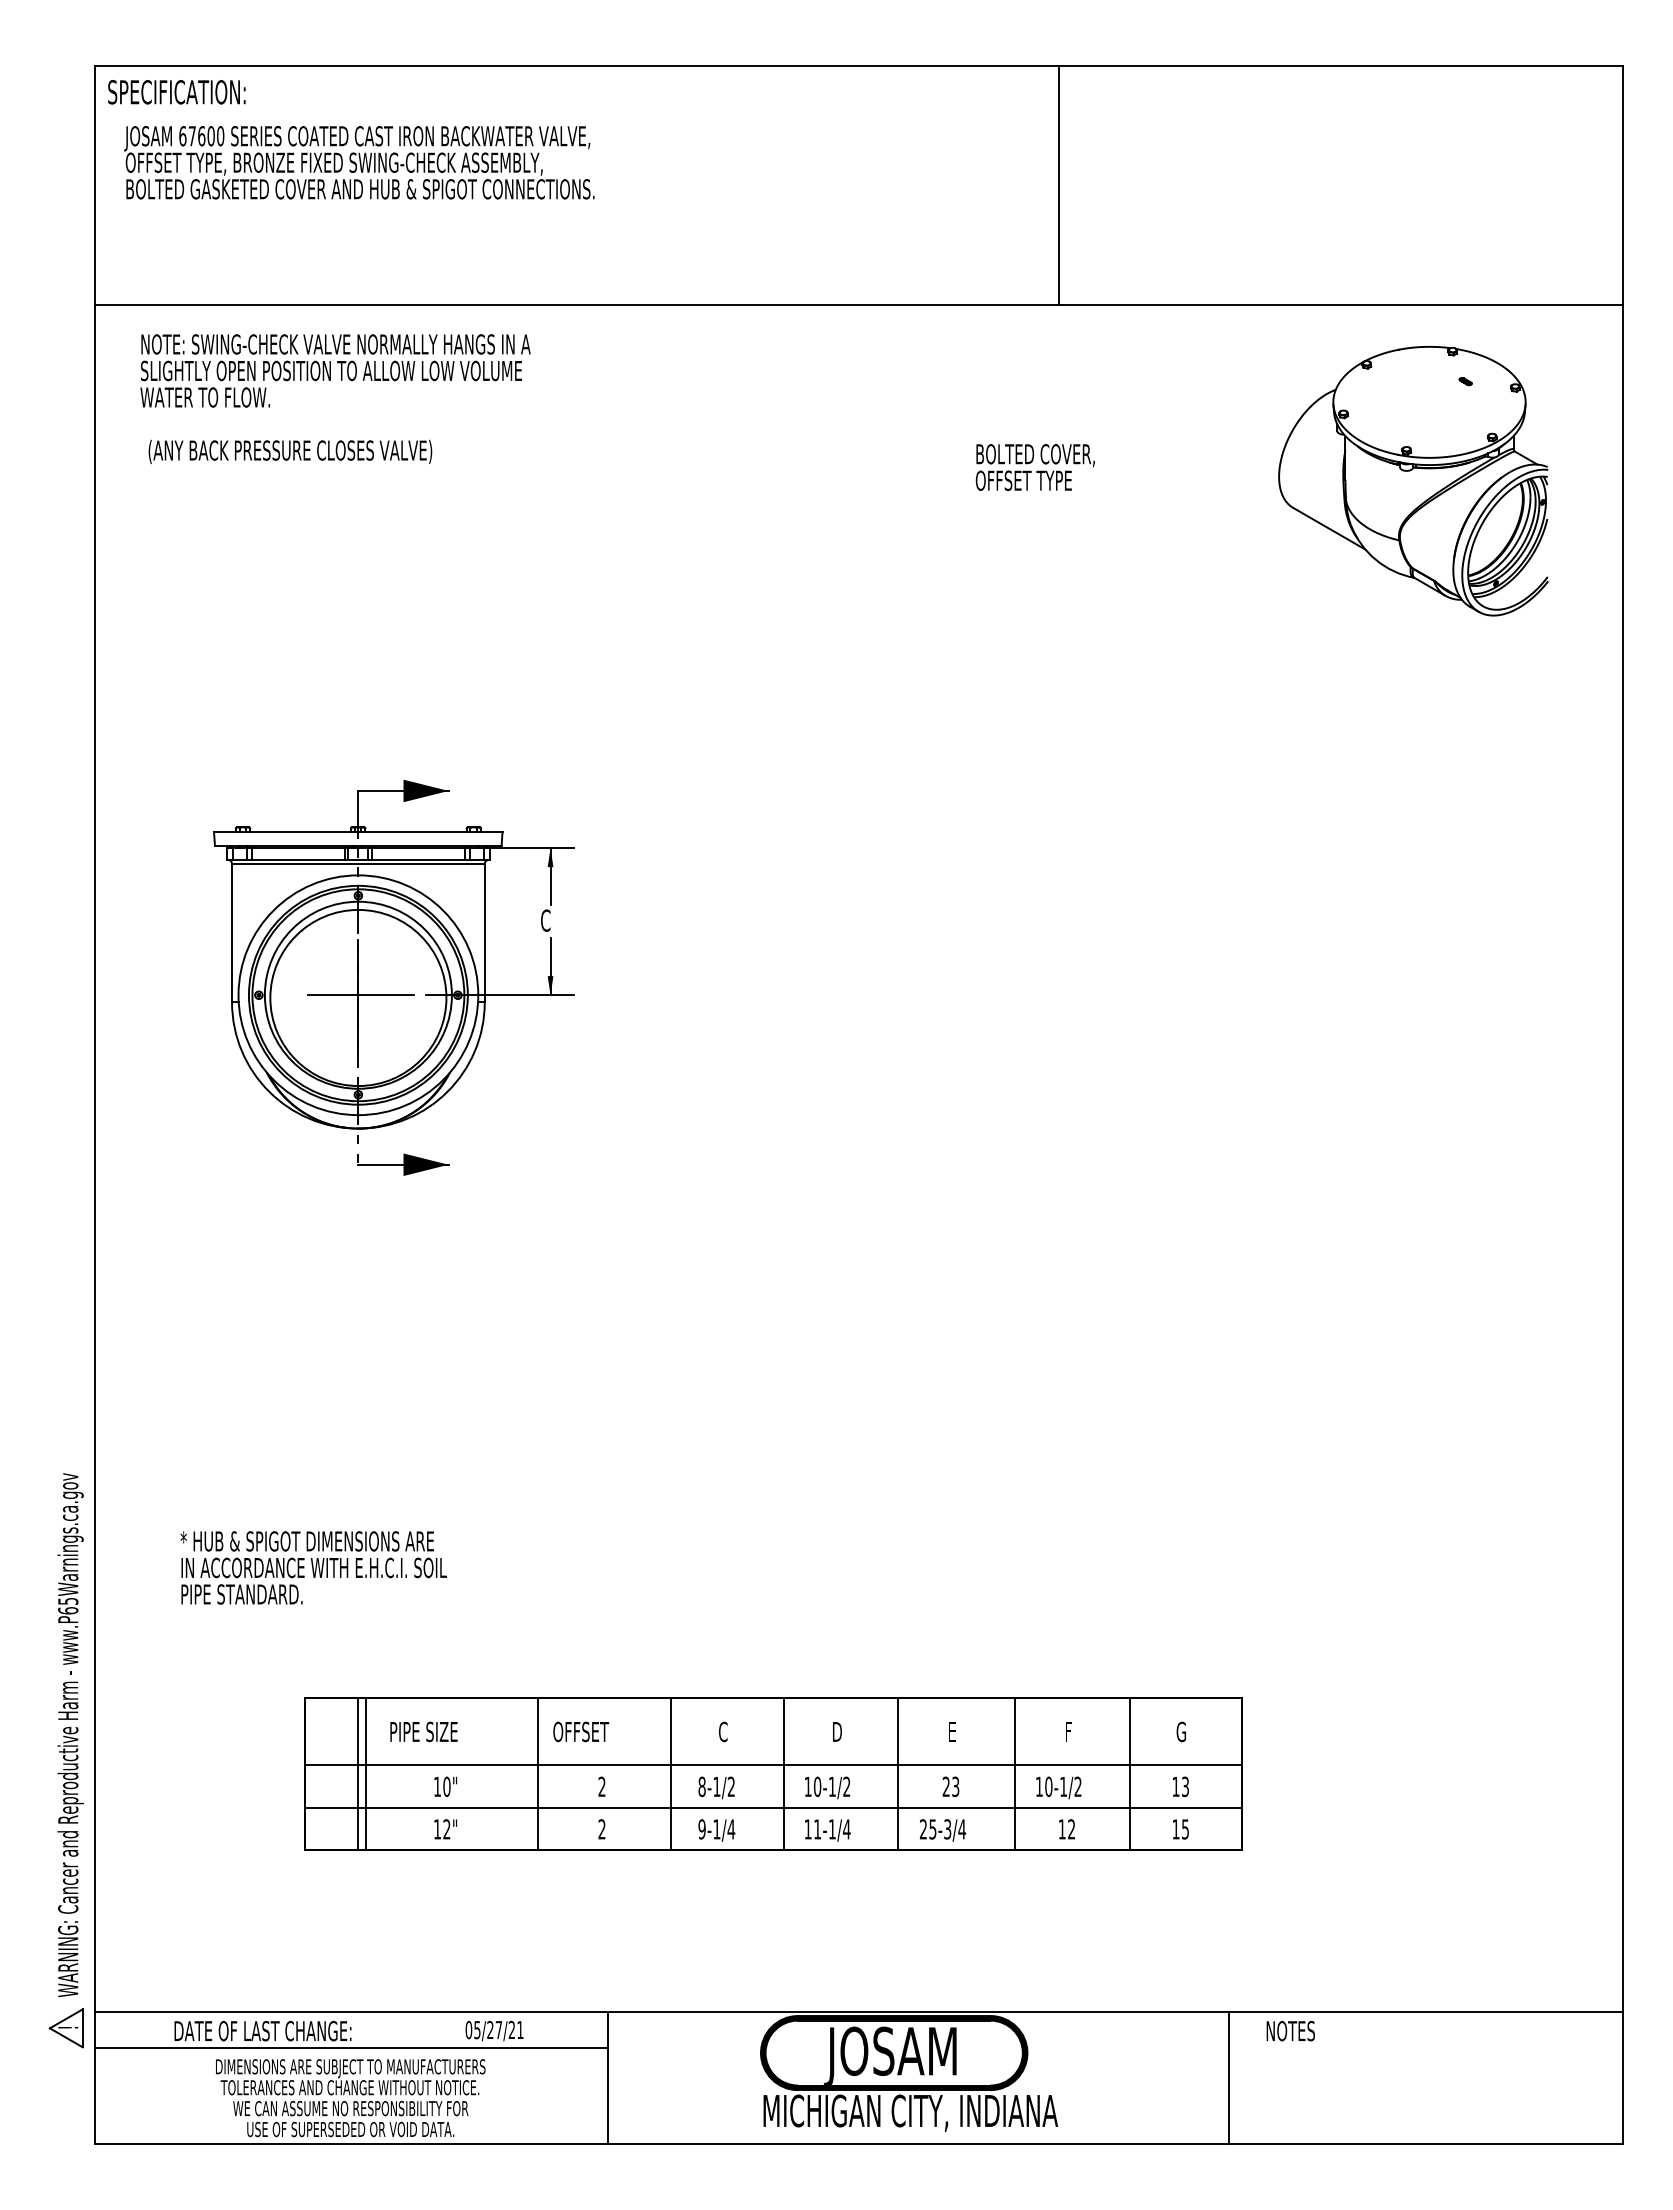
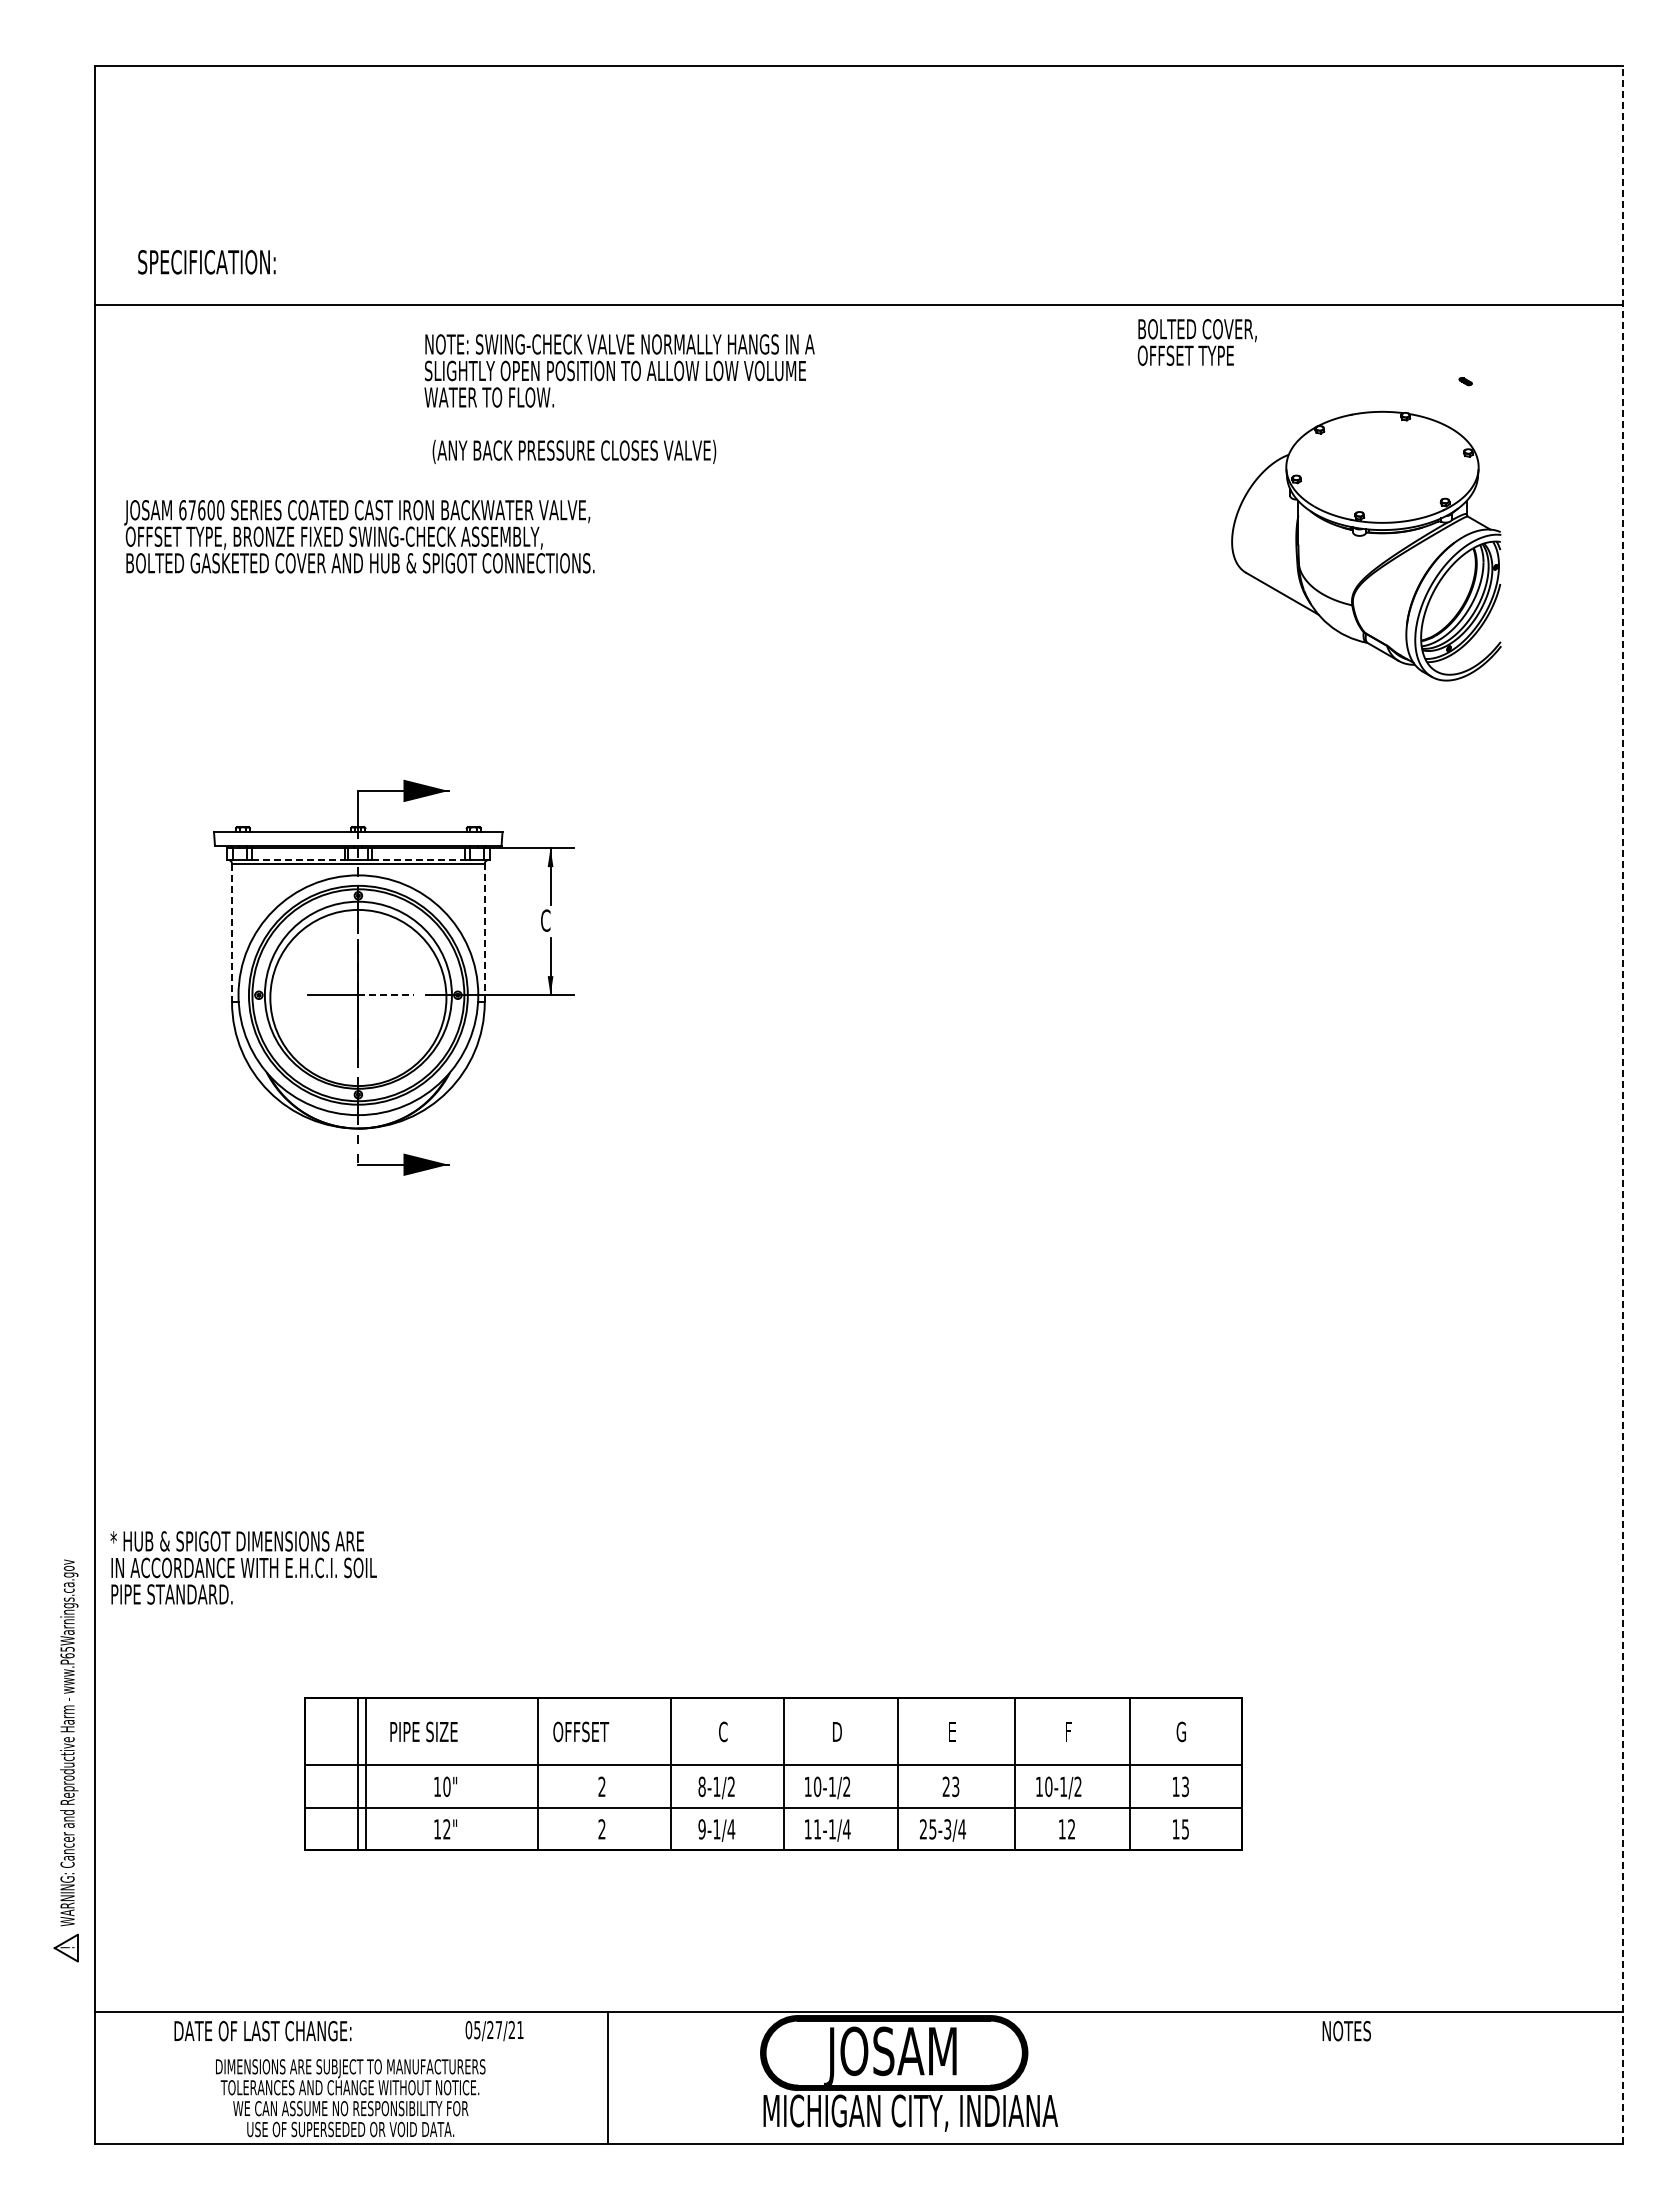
text at (176, 92) position: (176, 92) -> (206, 262)
text at (359, 162) position: (359, 162) -> (359, 536)
line at (1058, 185): present -> none
text at (335, 398) position: (335, 398) -> (619, 398)
text at (1034, 467) position: (1034, 467) -> (1196, 342)
part at (1413, 480) position: (1413, 480) -> (1366, 545)
line at (298, 859): solid -> dashed
line at (418, 859): solid -> dashed
line at (484, 932): solid -> dashed
line at (232, 933): solid -> dashed
line at (386, 995): solid -> dashed
line at (1623, 1105): solid -> dashed
text at (313, 1567) position: (313, 1567) -> (243, 1567)
part at (65, 1760) size: 36x576 px -> 26x404 px
text at (1290, 2030) position: (1290, 2030) -> (1346, 2030)
line at (351, 2048): present -> none
line at (1229, 2077): present -> none
